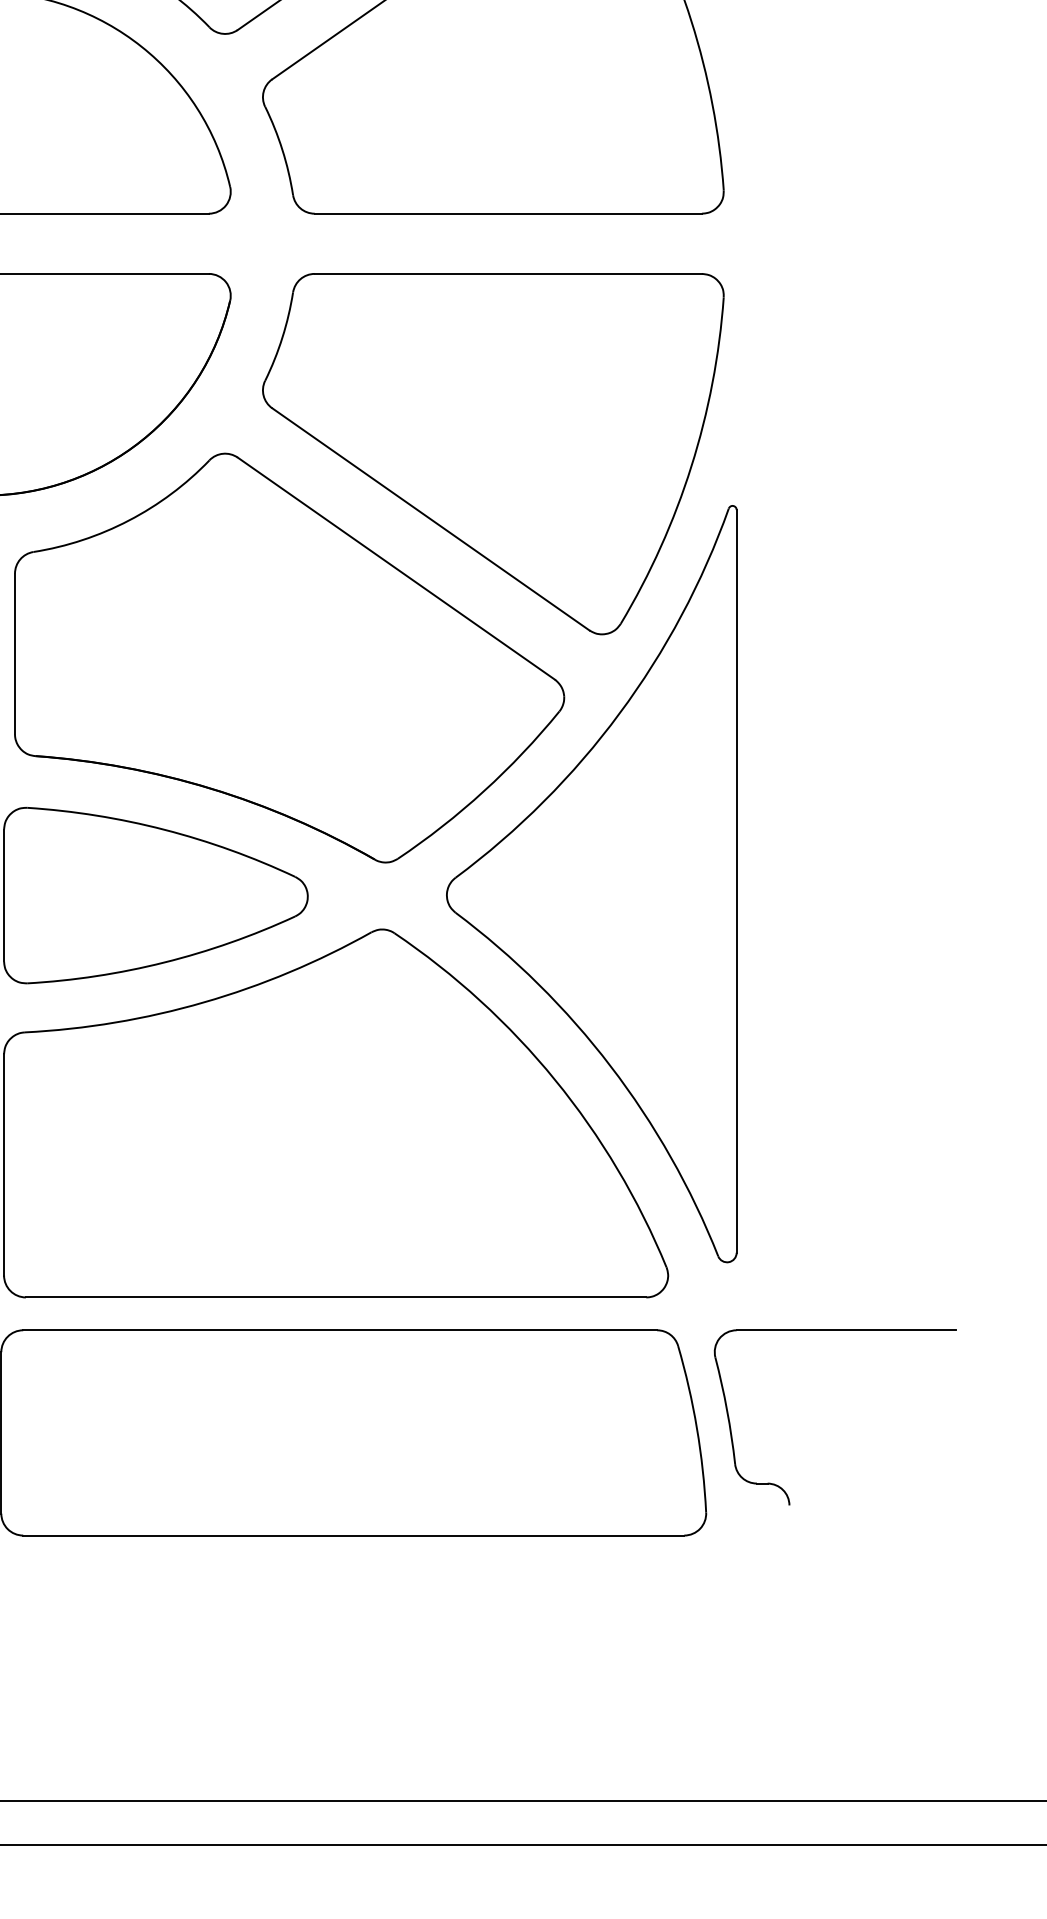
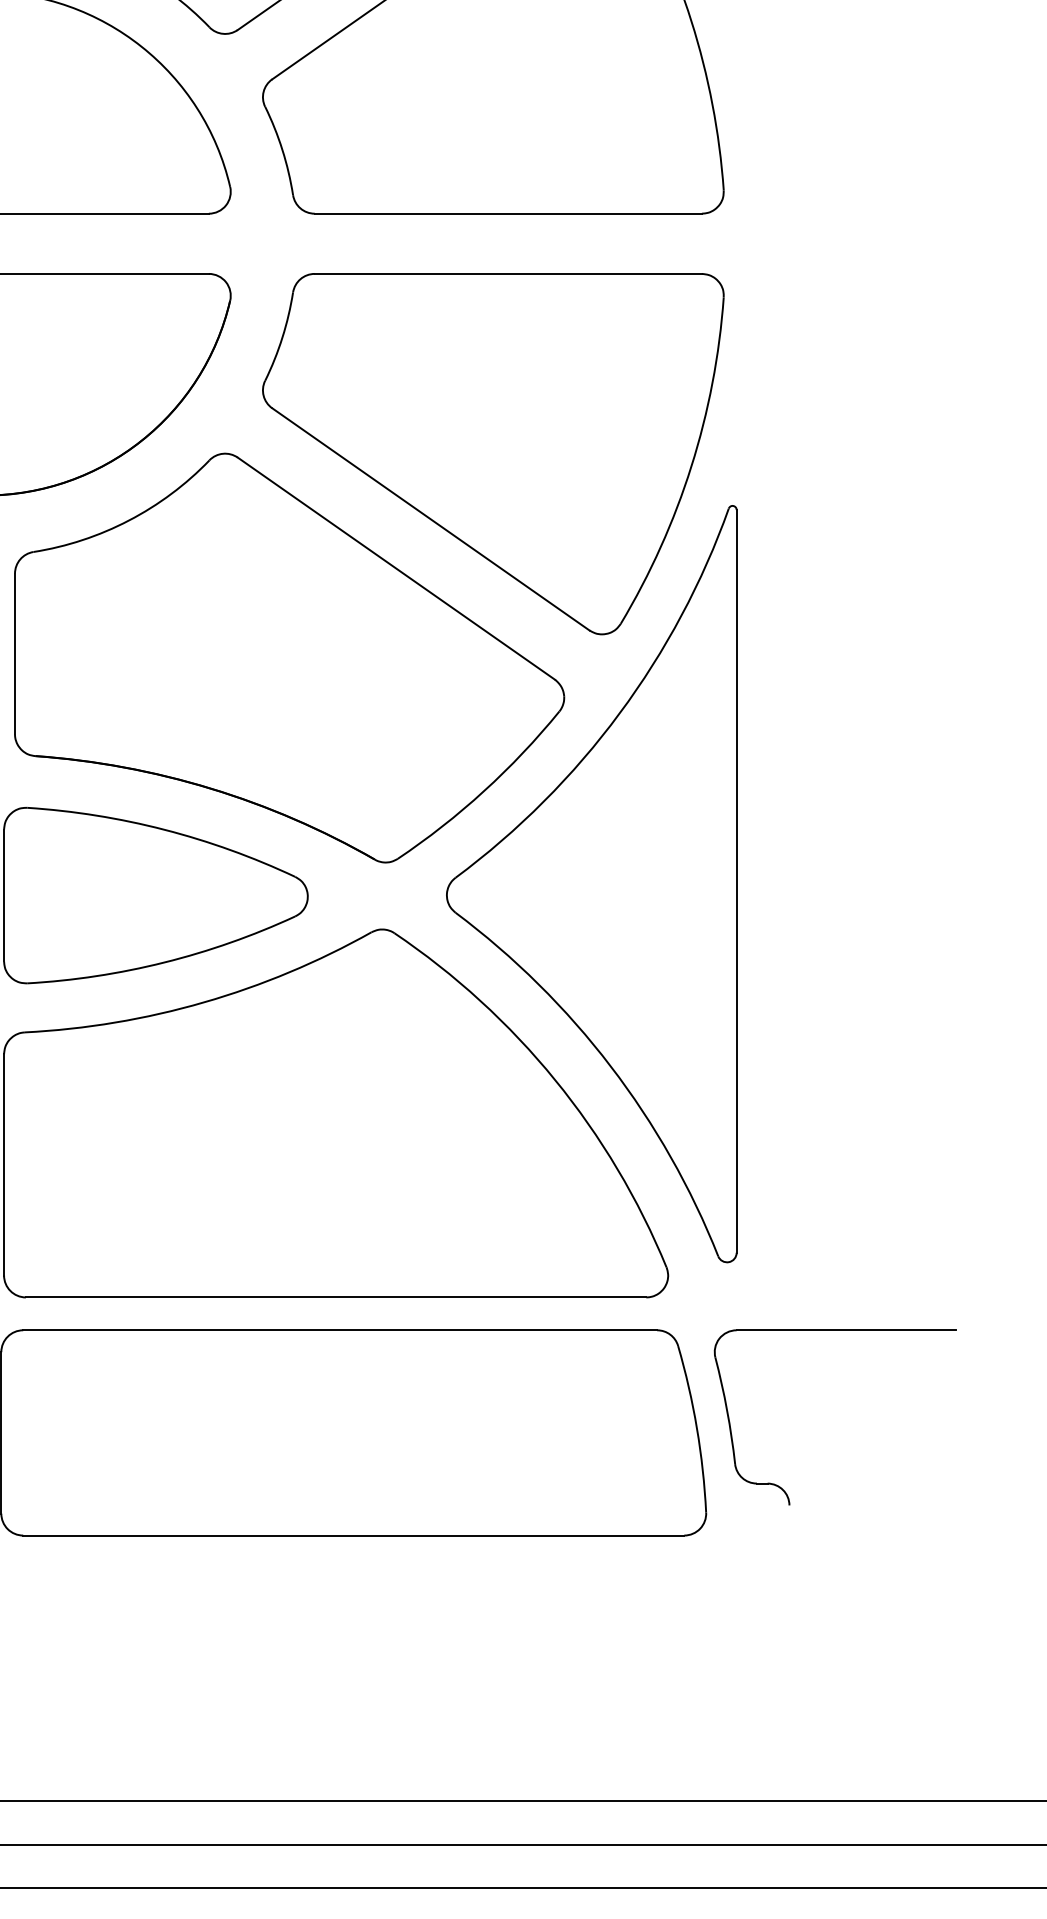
line at (522, 1888): none -> present
